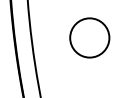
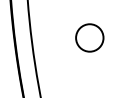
circle at (89, 37) diameter: 39 px -> 27 px
